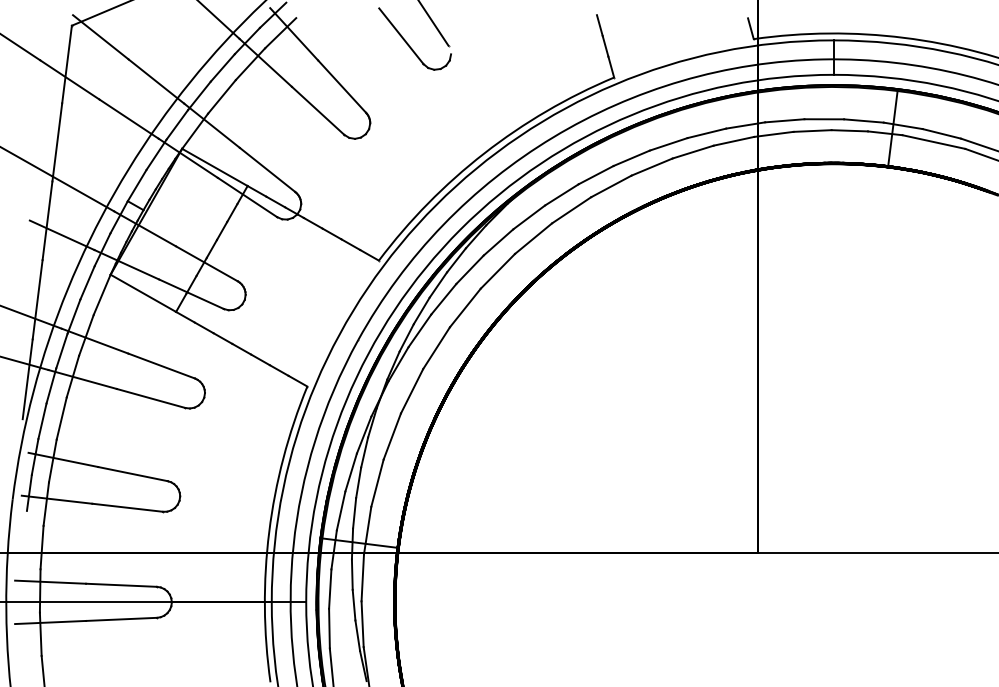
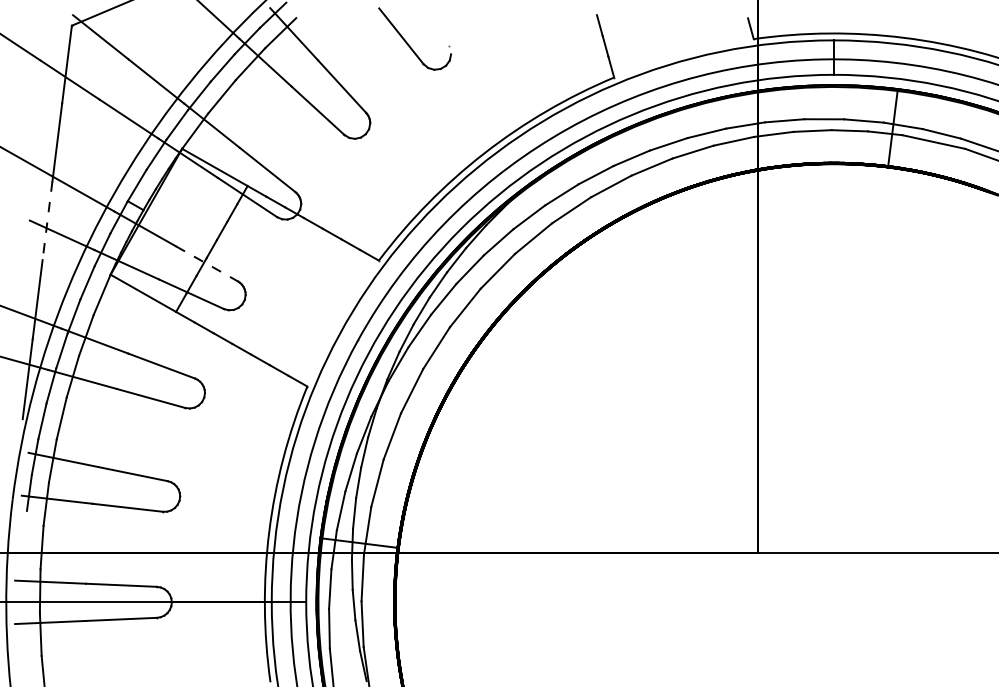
line at (433, 23): present -> none
line at (47, 220): solid -> dashed
line at (206, 263): solid -> dashed
